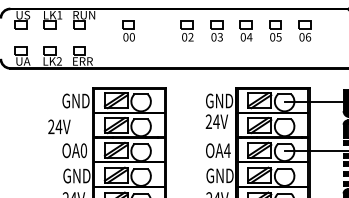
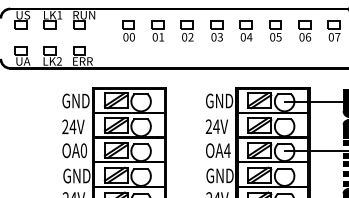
part at (157, 30): none -> present
part at (333, 30): none -> present
text at (216, 121) position: (216, 121) -> (216, 126)
text at (59, 126) position: (59, 126) -> (73, 126)
